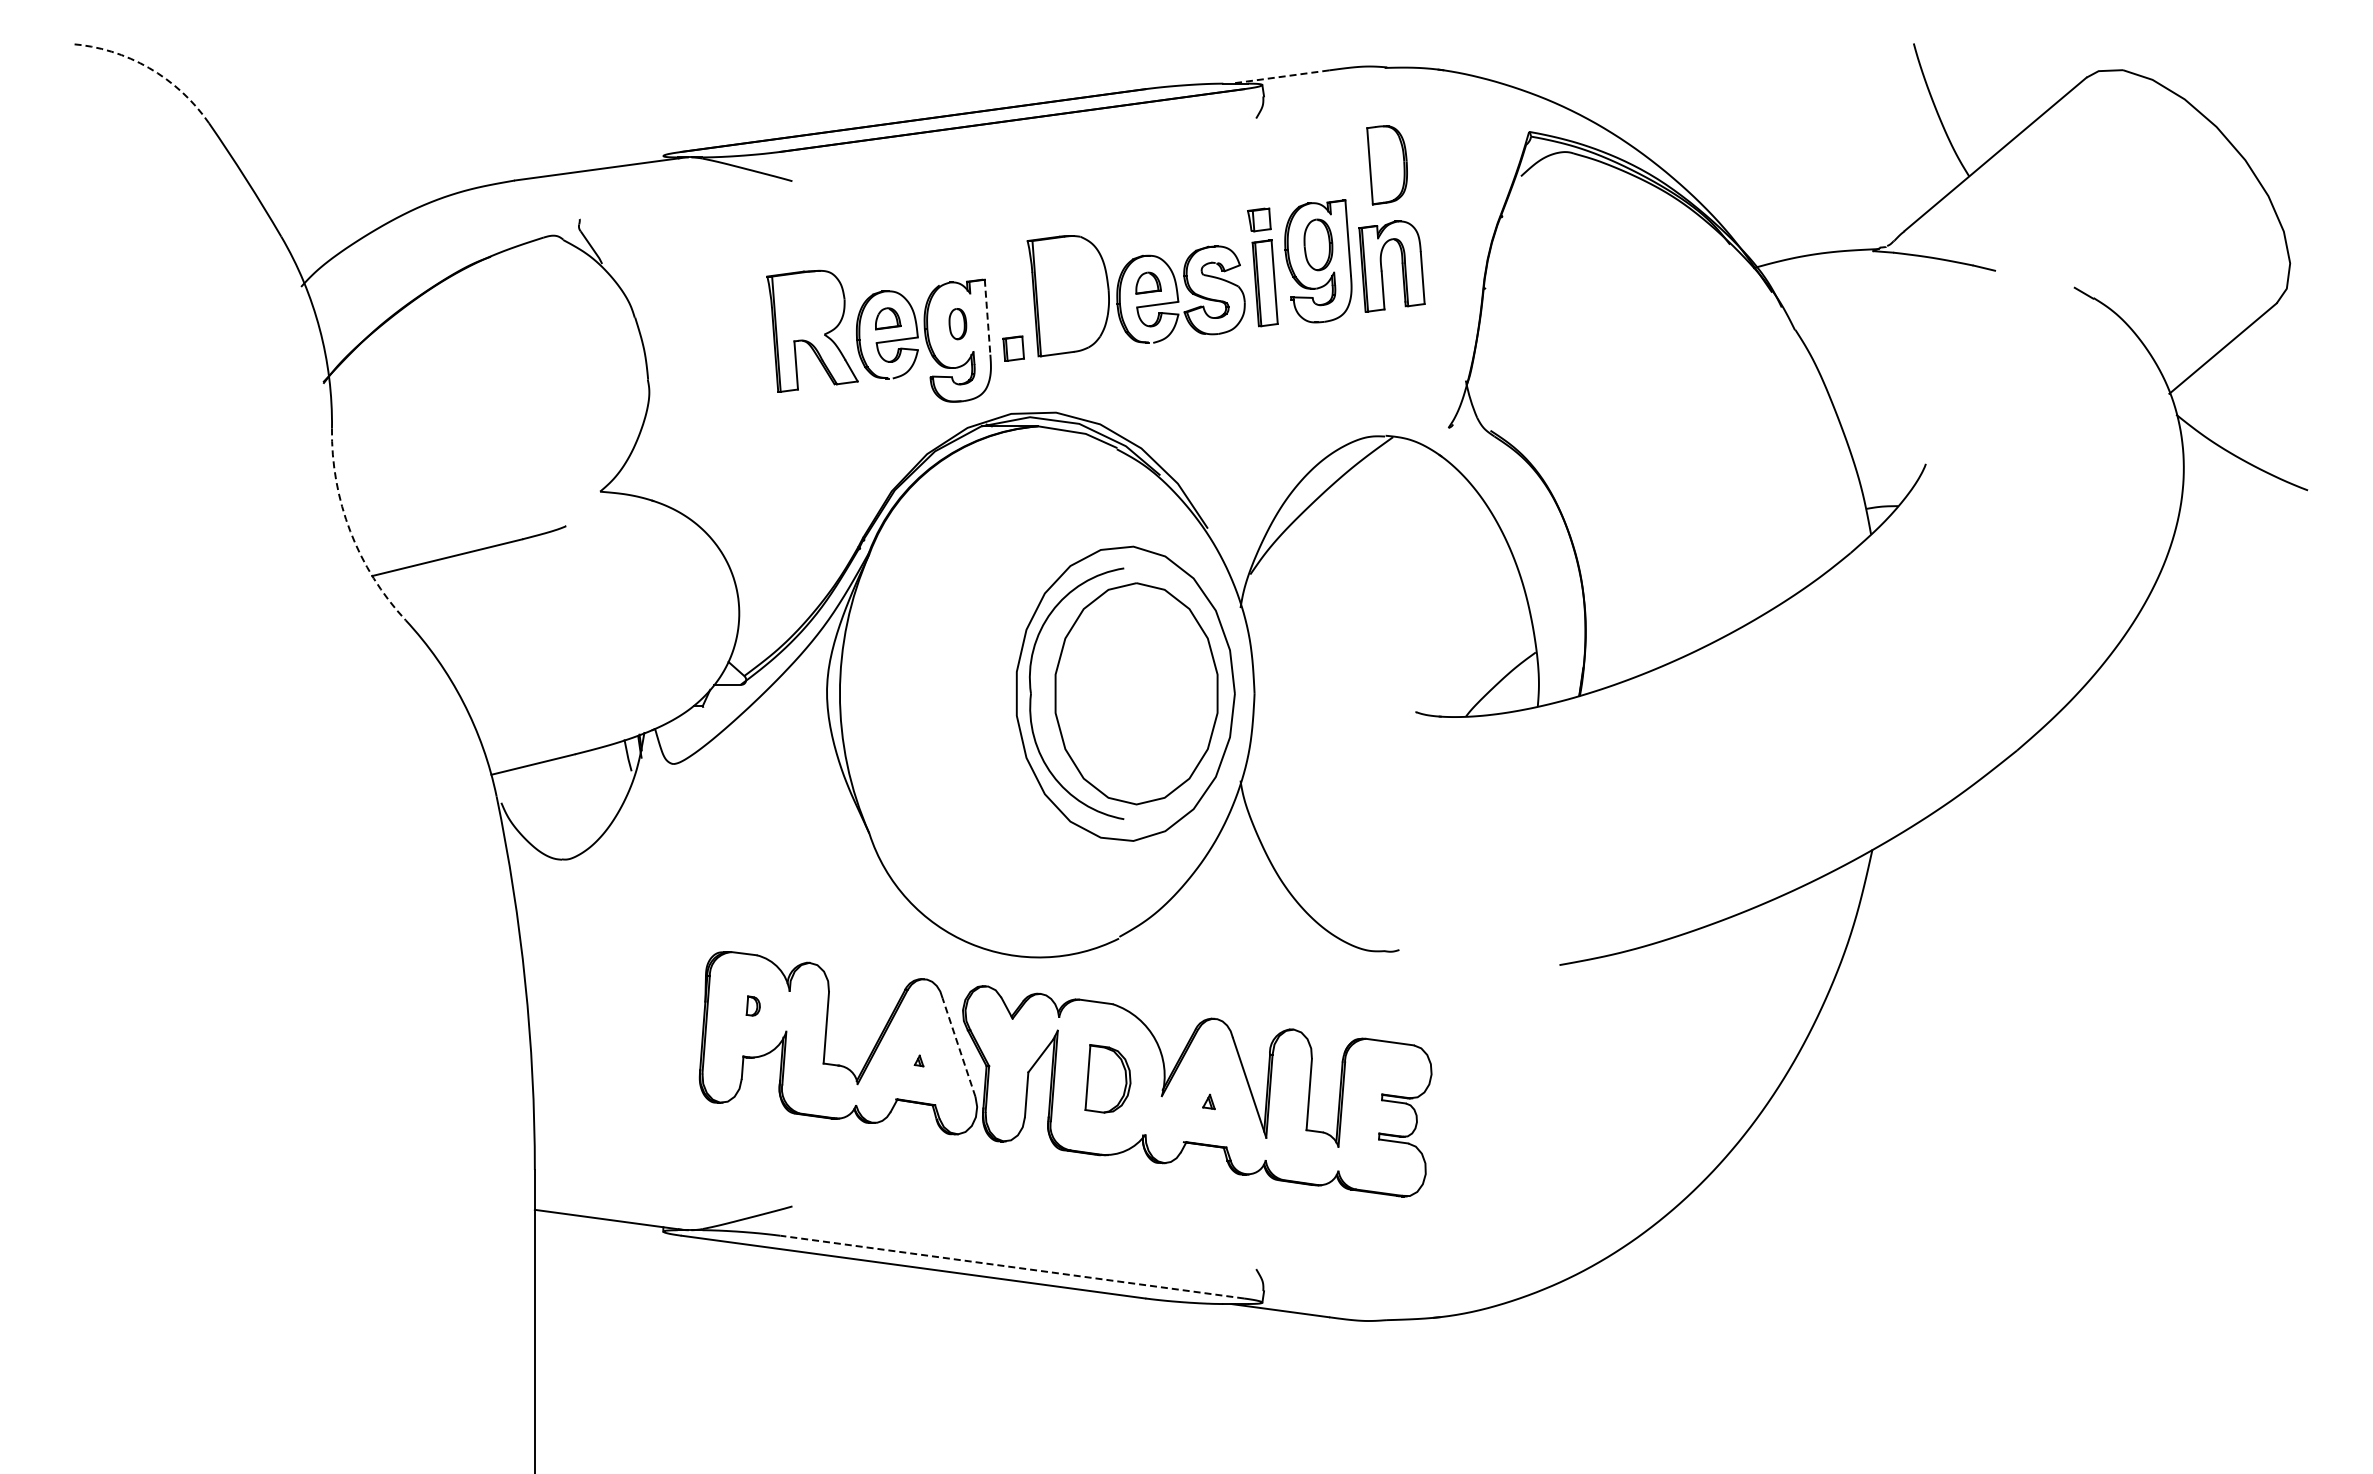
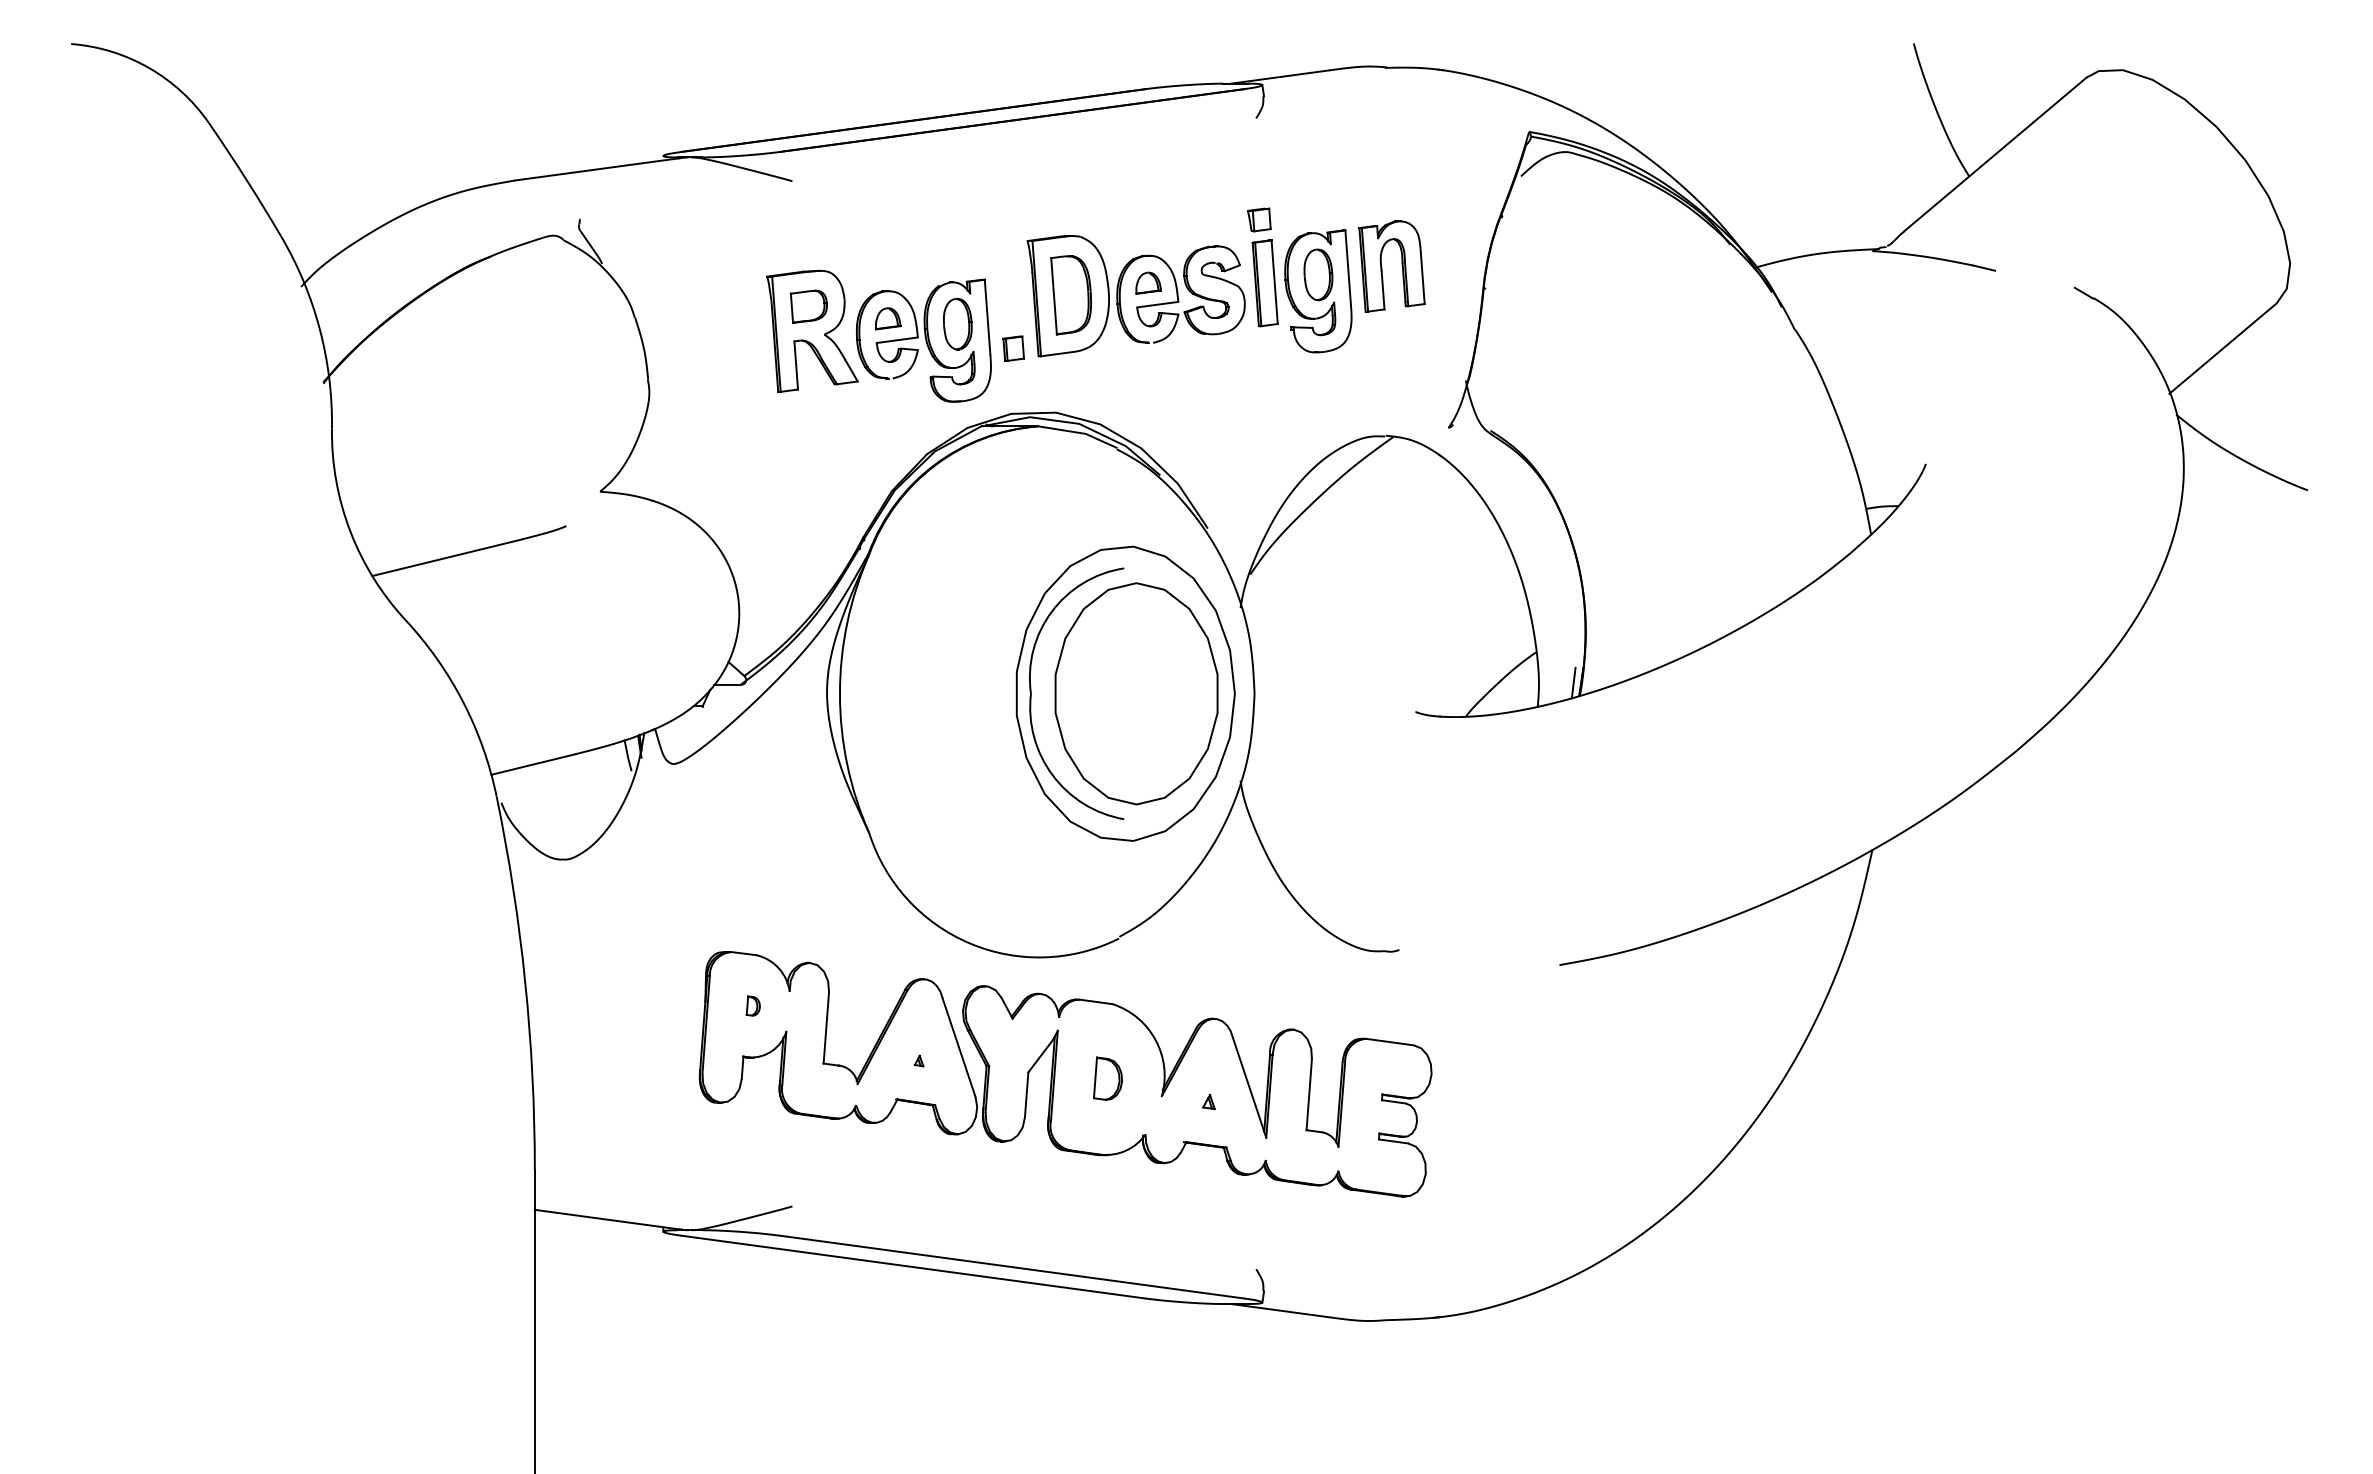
arc at (149, 68): dashed -> solid
line at (1279, 77): dashed -> solid
part at (1386, 165) position: (1386, 165) -> (1070, 295)
part at (1318, 261) position: (1318, 261) -> (1318, 291)
part at (808, 306): none -> present
line at (987, 317): dashed -> solid
part at (957, 324) size: 20x33 px -> 30x54 px
arc at (350, 531): dashed -> solid
line at (1573, 682): none -> present
line at (959, 1047): dashed -> solid
part at (1107, 1078) size: 48x70 px -> 30x45 px
line at (1012, 1267): dashed -> solid
